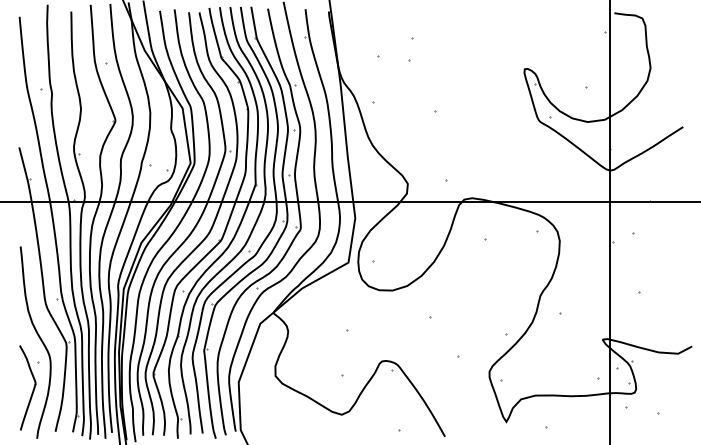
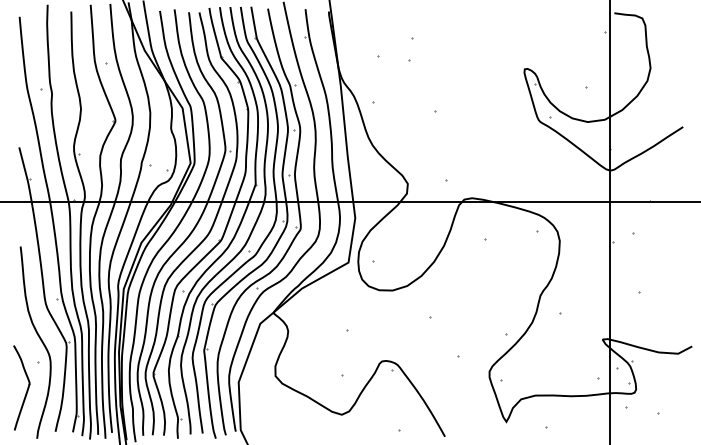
part at (27, 387) position: (27, 387) -> (21, 387)
